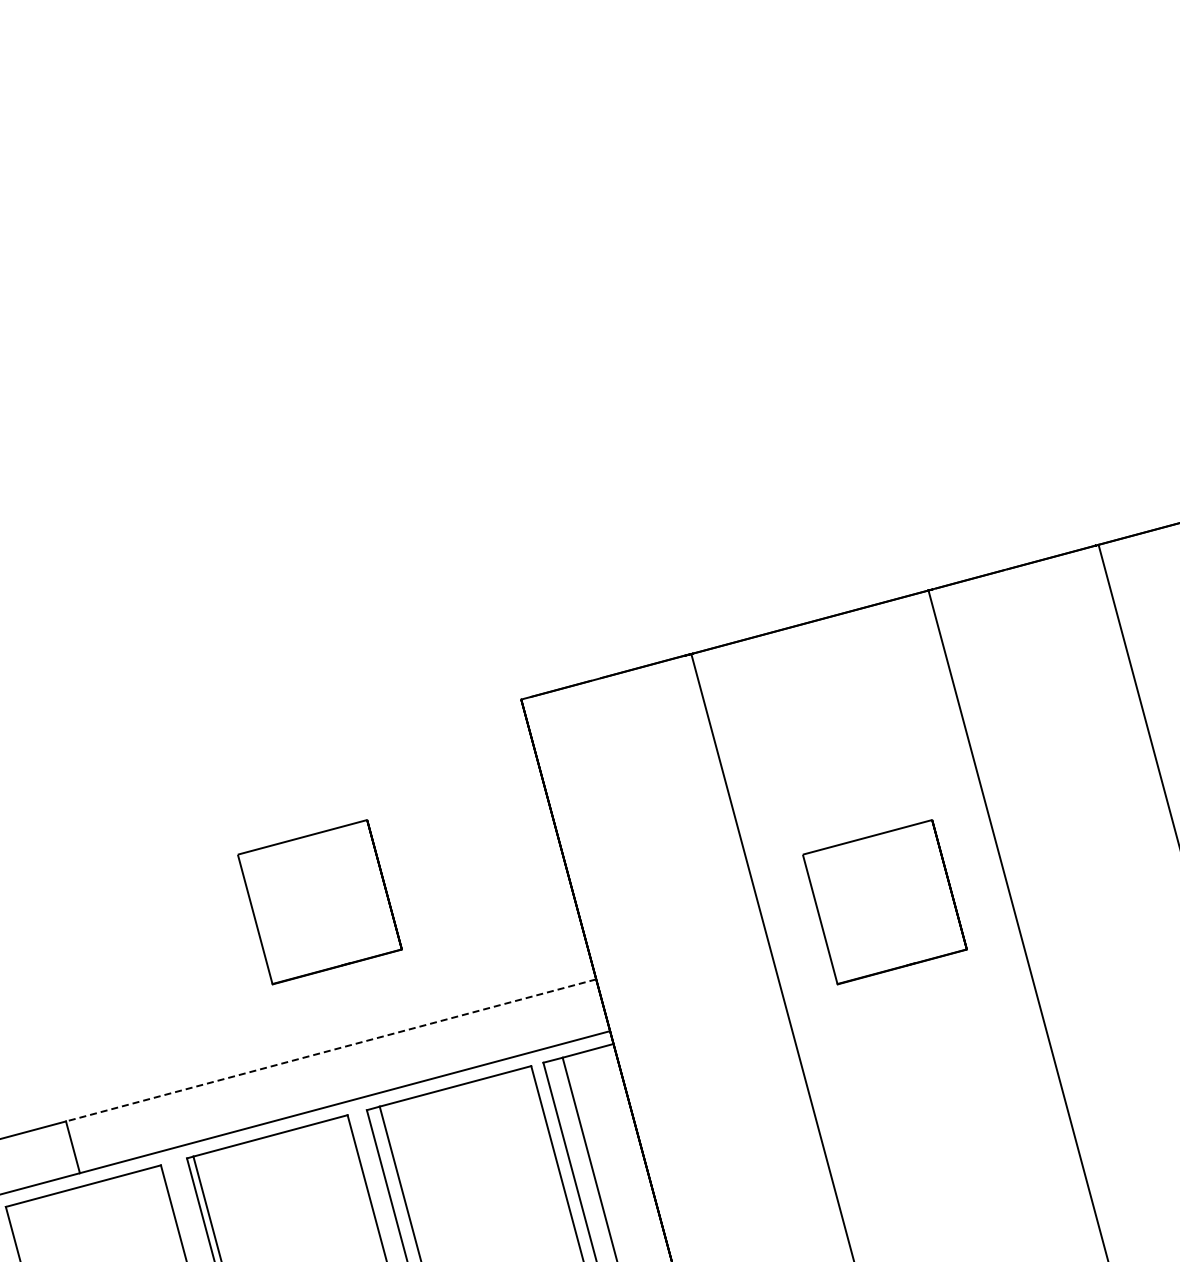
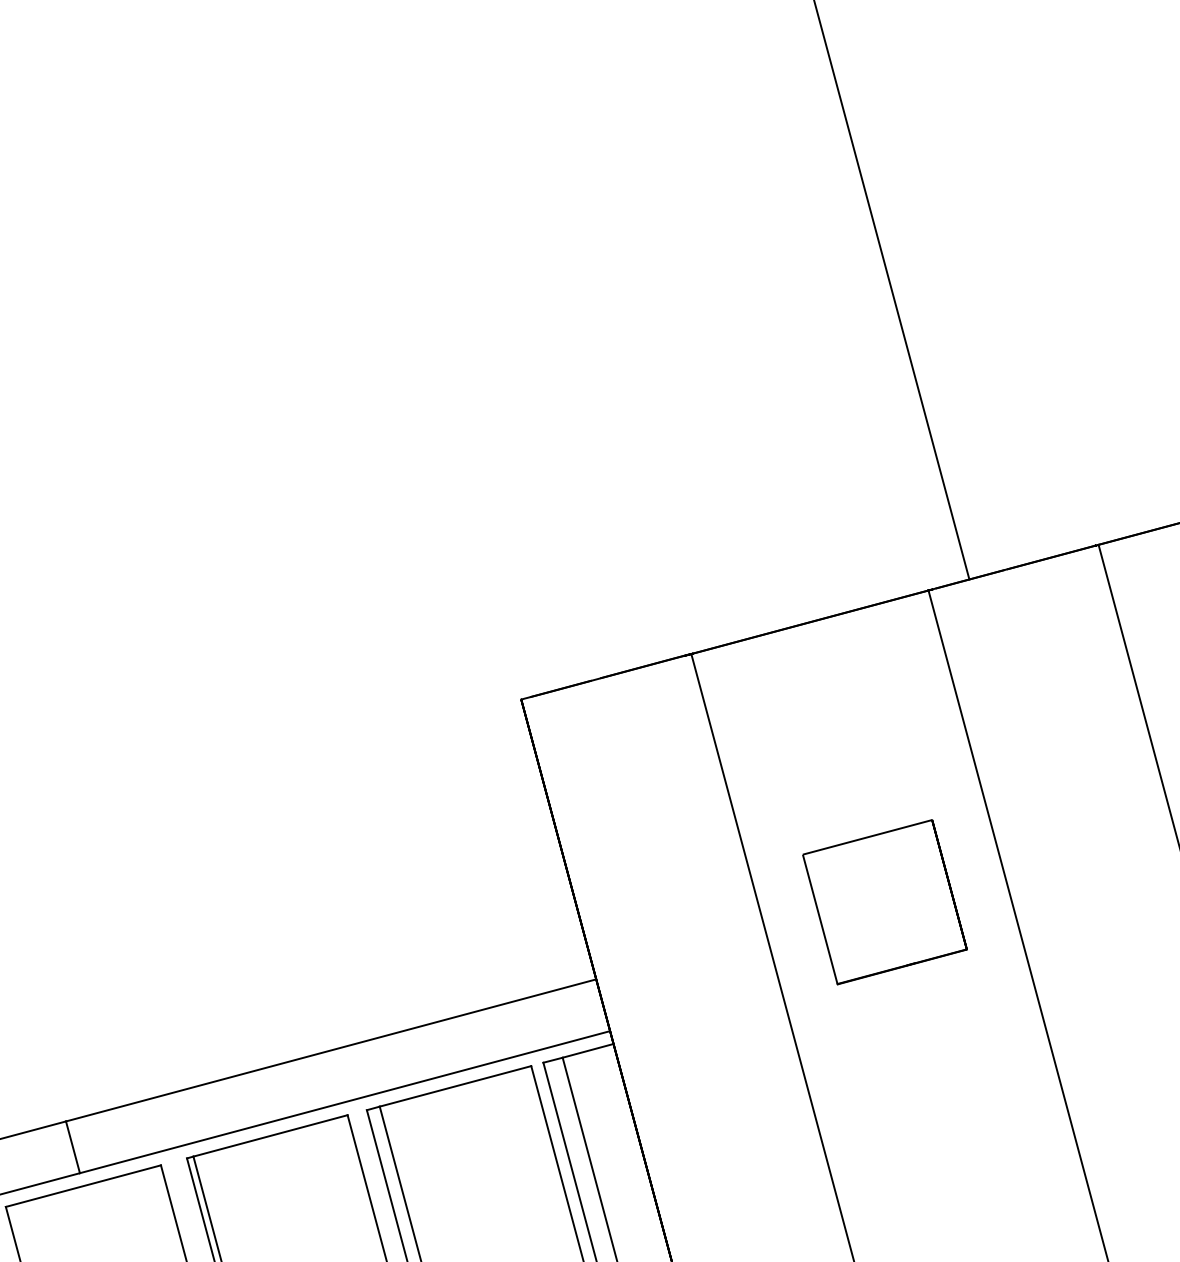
line at (891, 290): none -> present
part at (319, 902): present -> none
line at (330, 1050): dashed -> solid
